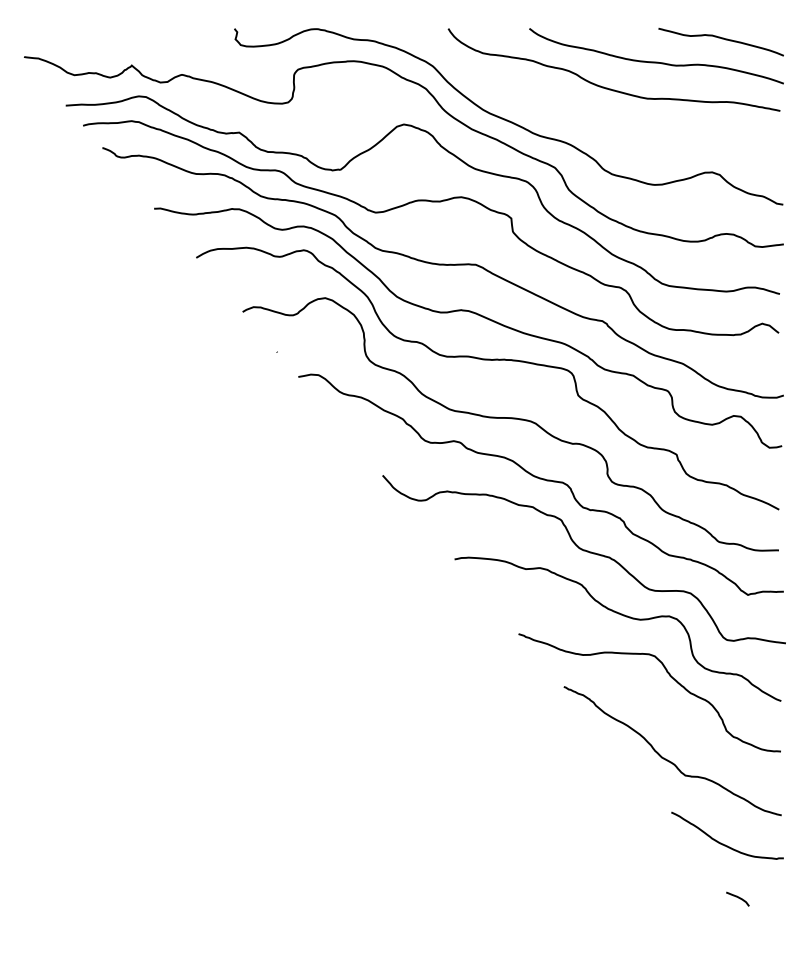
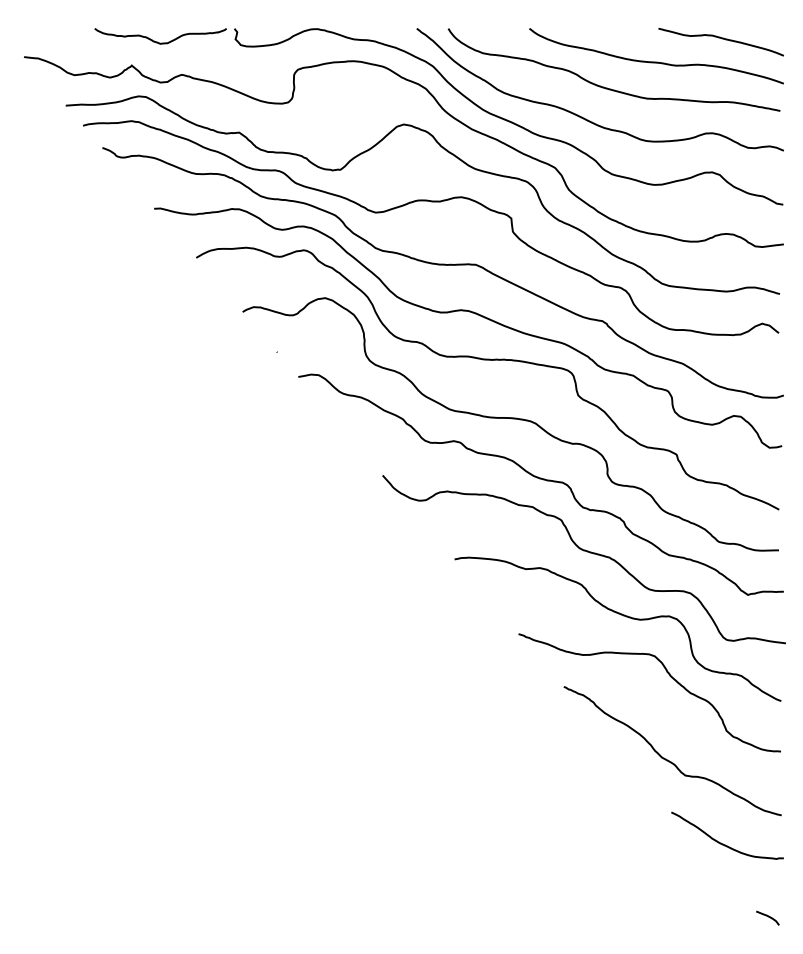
curve at (157, 41): none -> present
curve at (584, 117): none -> present
curve at (737, 897) position: (737, 897) -> (767, 916)
